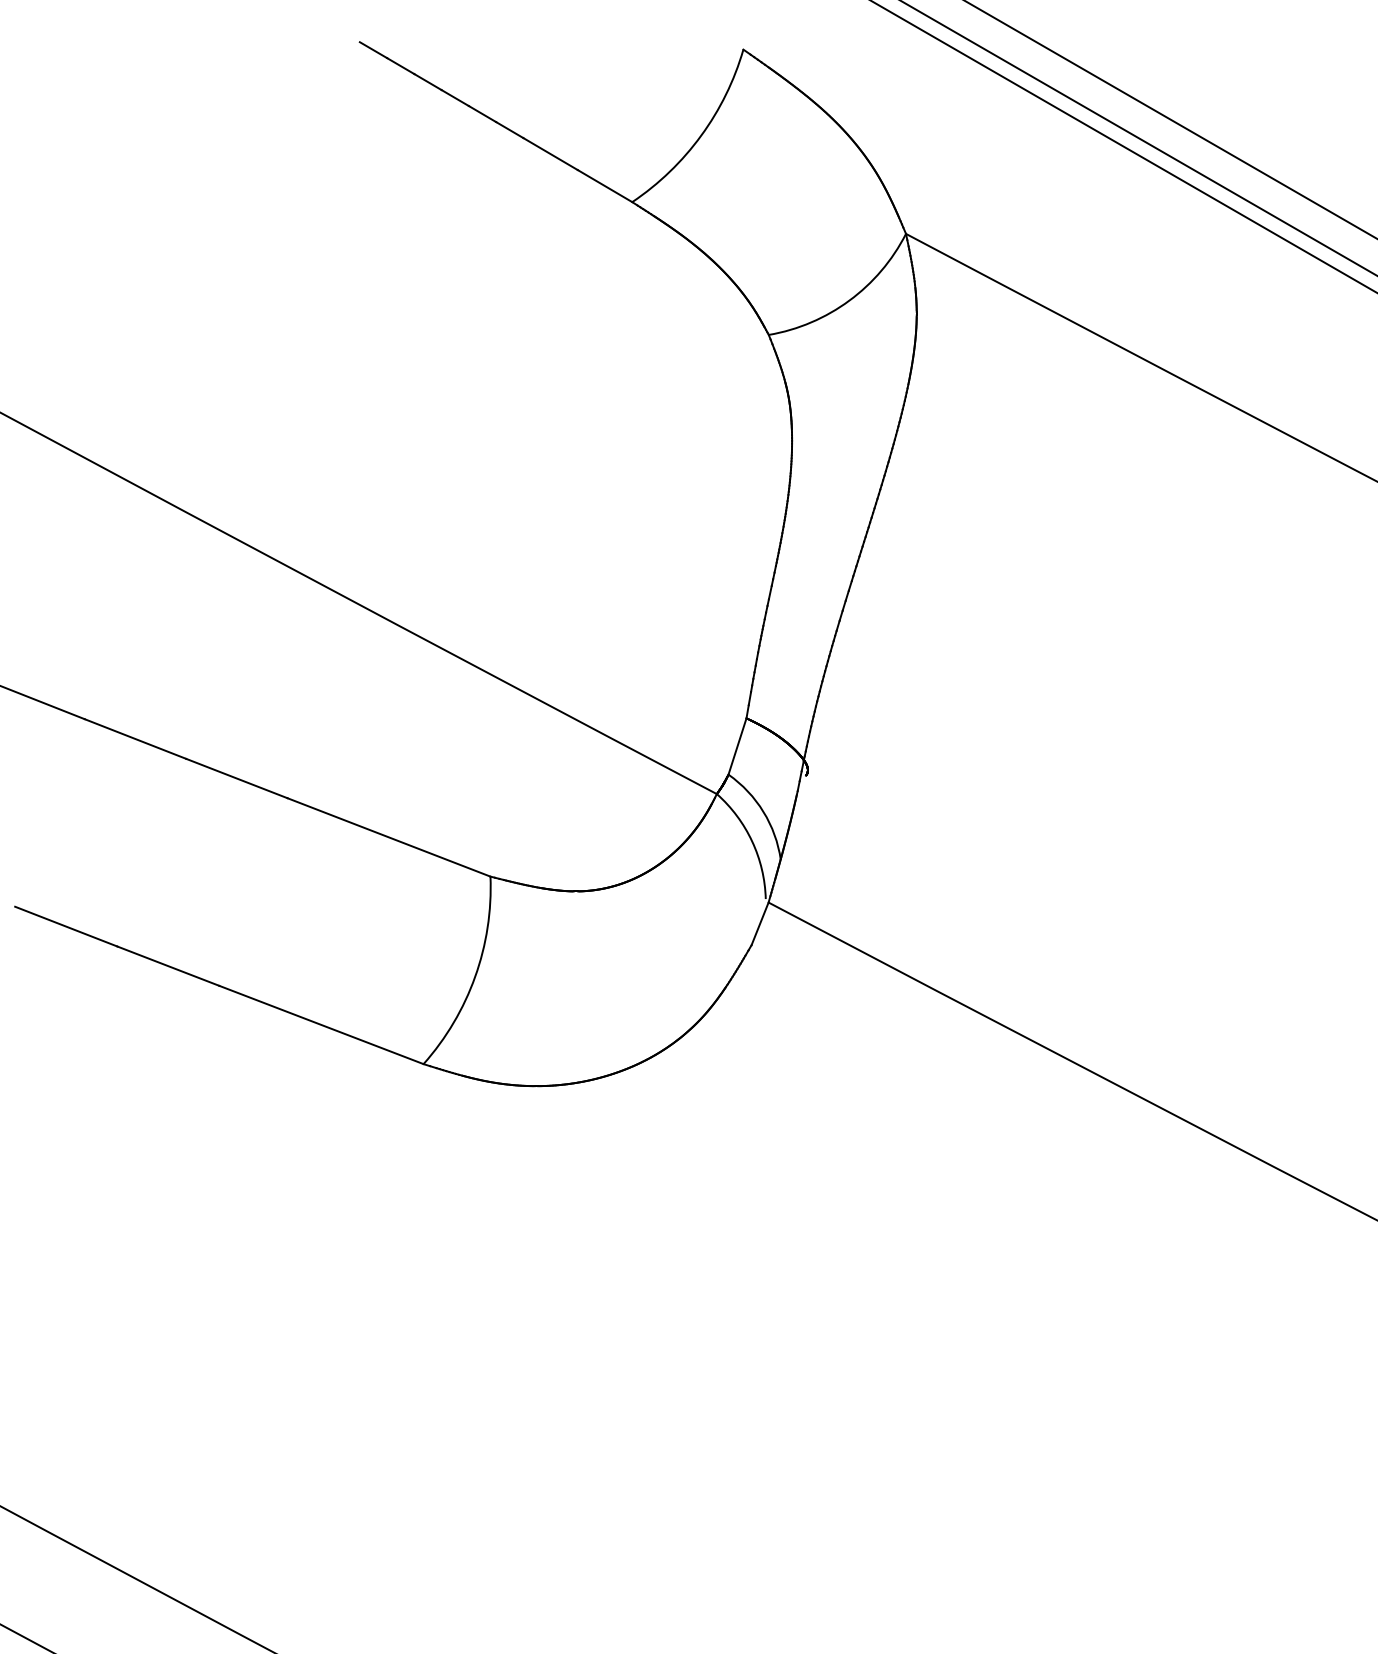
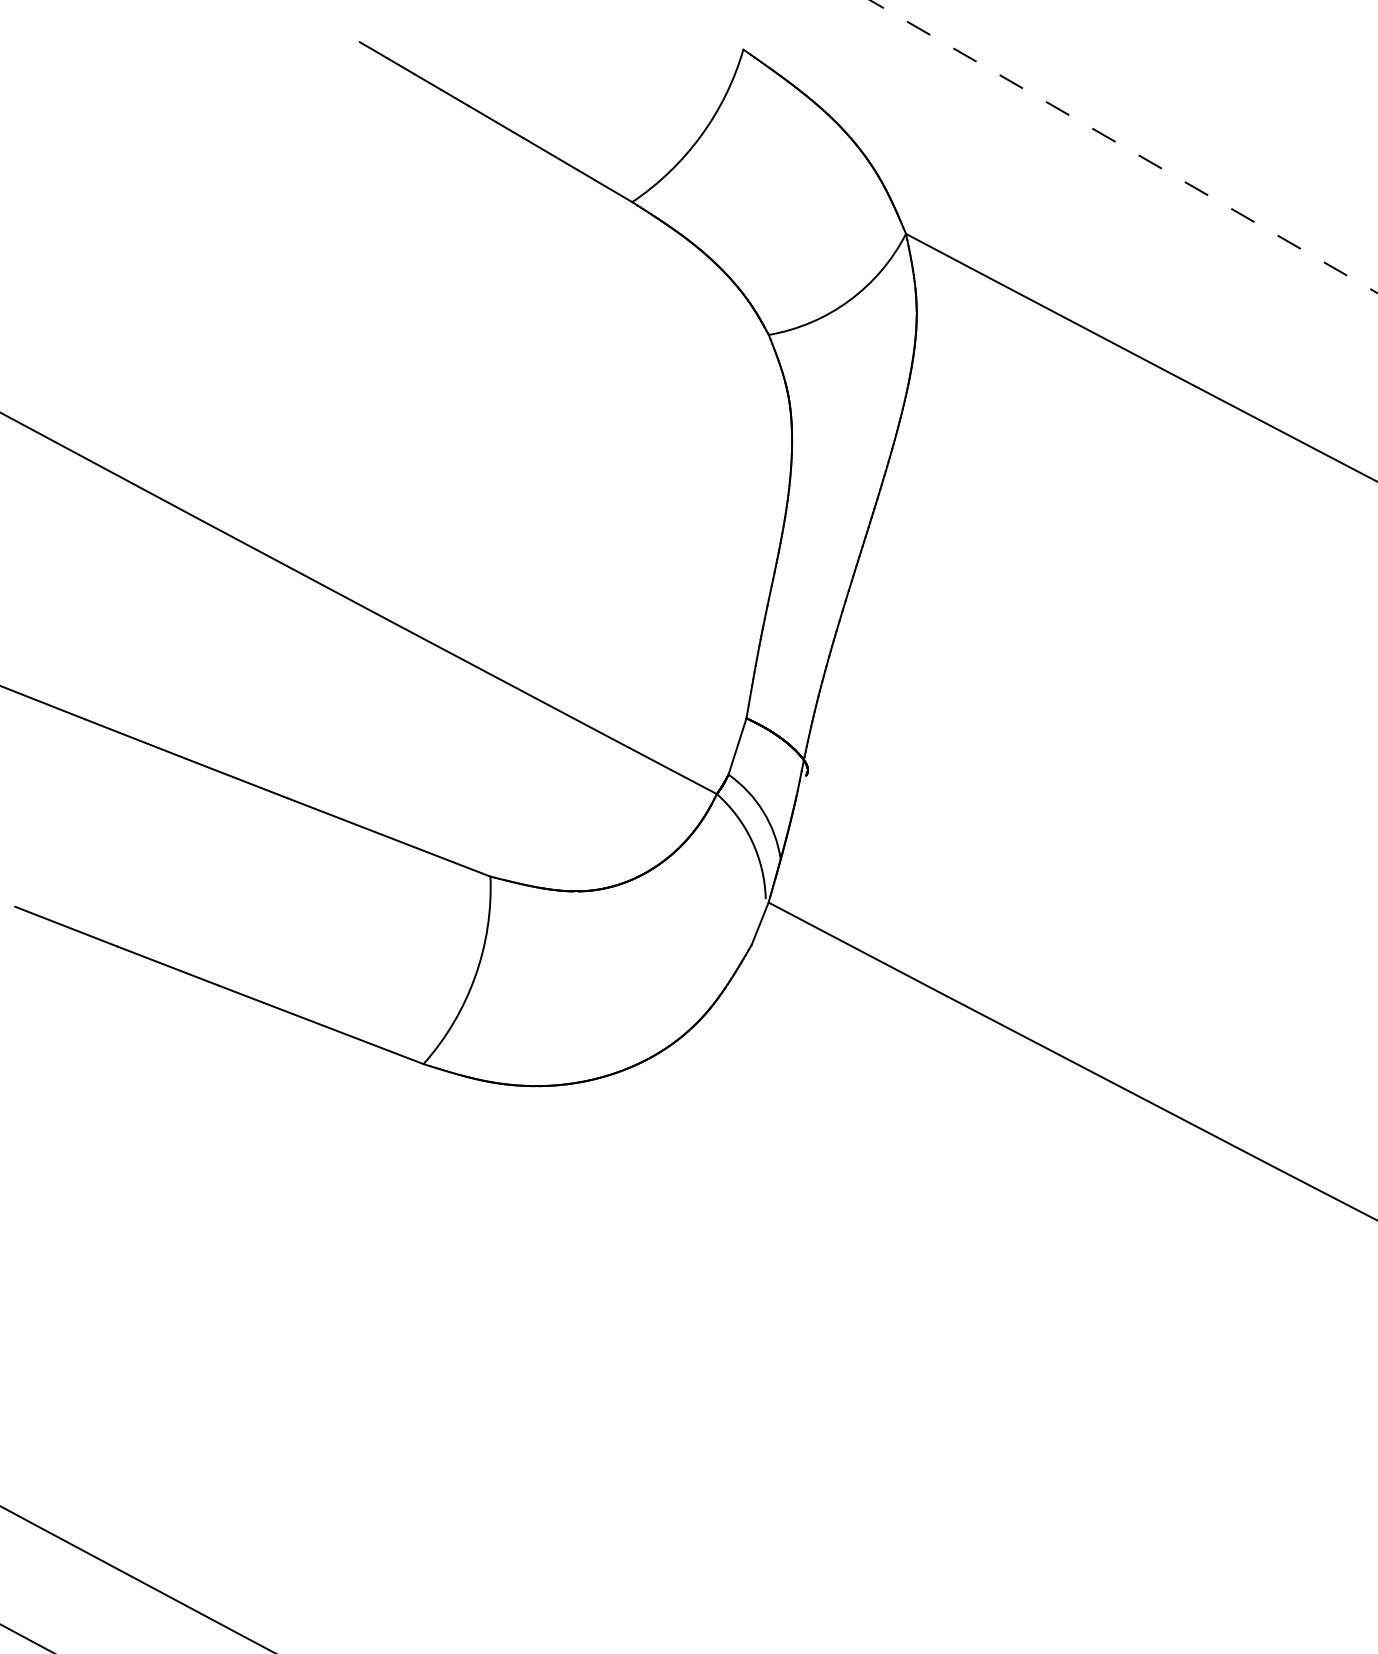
line at (1170, 119): present -> none
line at (1138, 138): present -> none
line at (1123, 146): solid -> dashed
